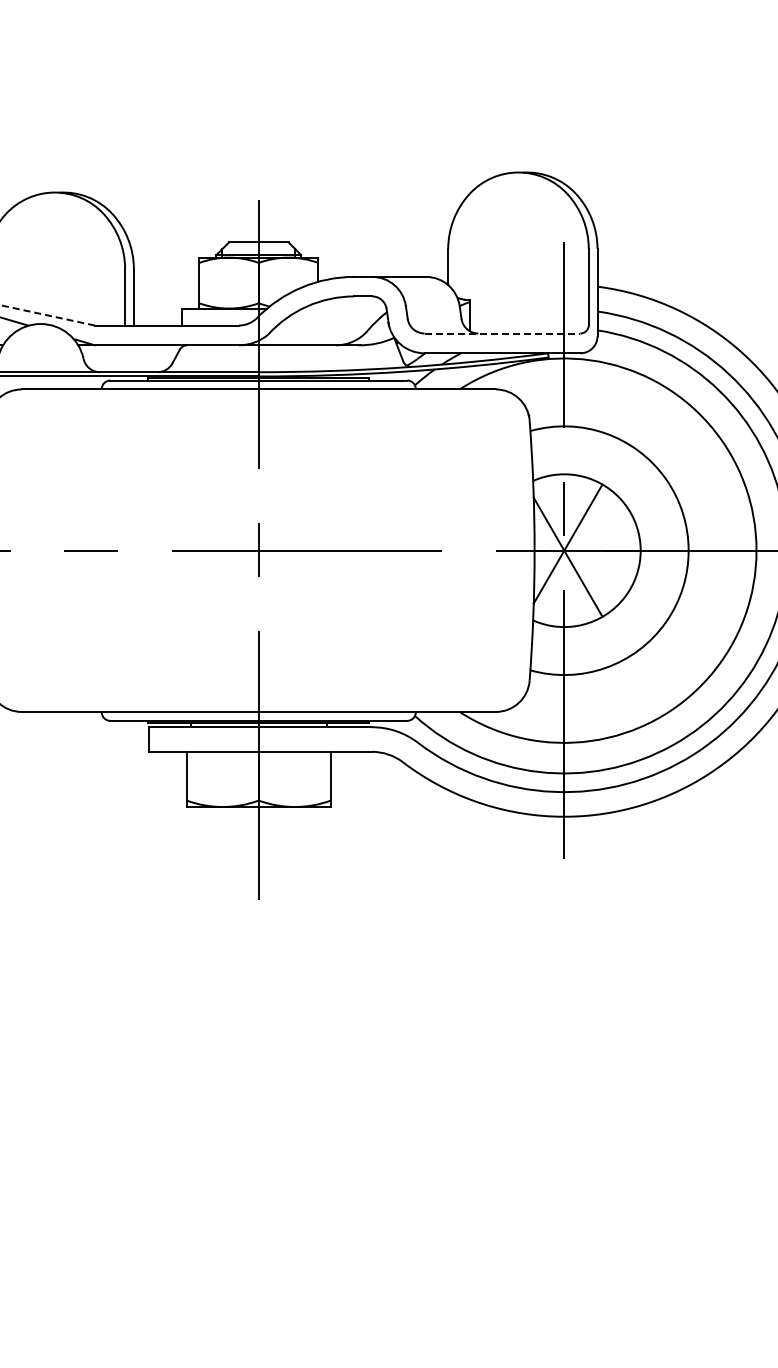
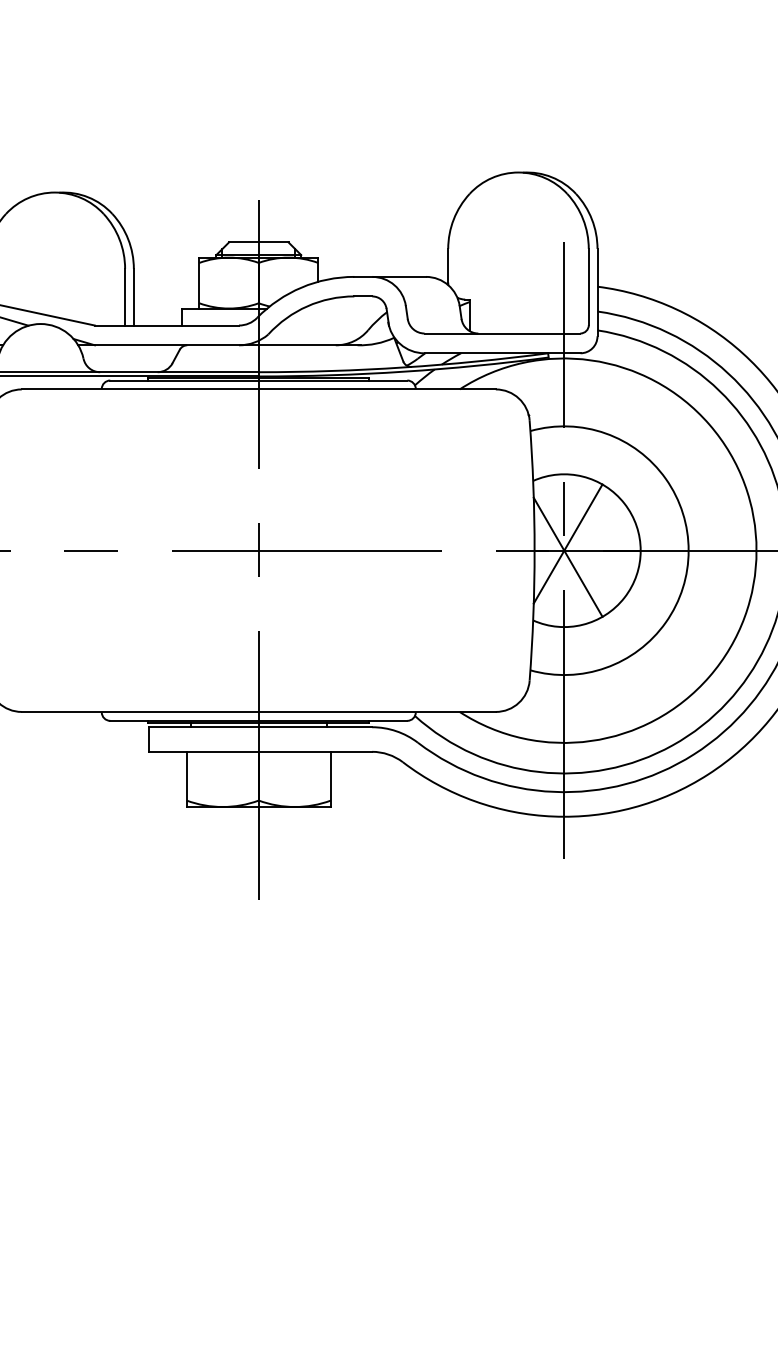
line at (47, 315): dashed -> solid
line at (502, 333): dashed -> solid
